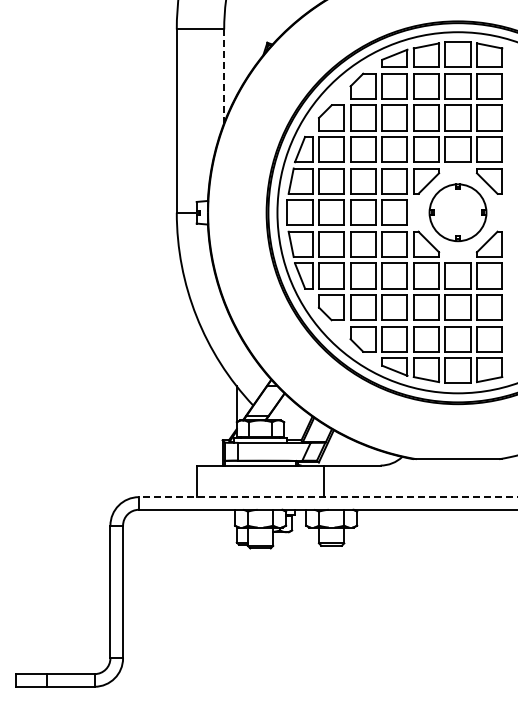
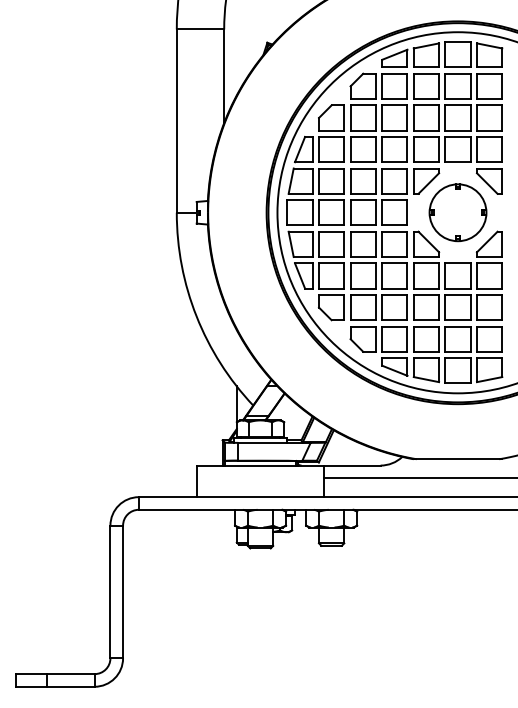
line at (224, 76): dashed -> solid
line at (418, 478): none -> present
line at (327, 497): dashed -> solid
